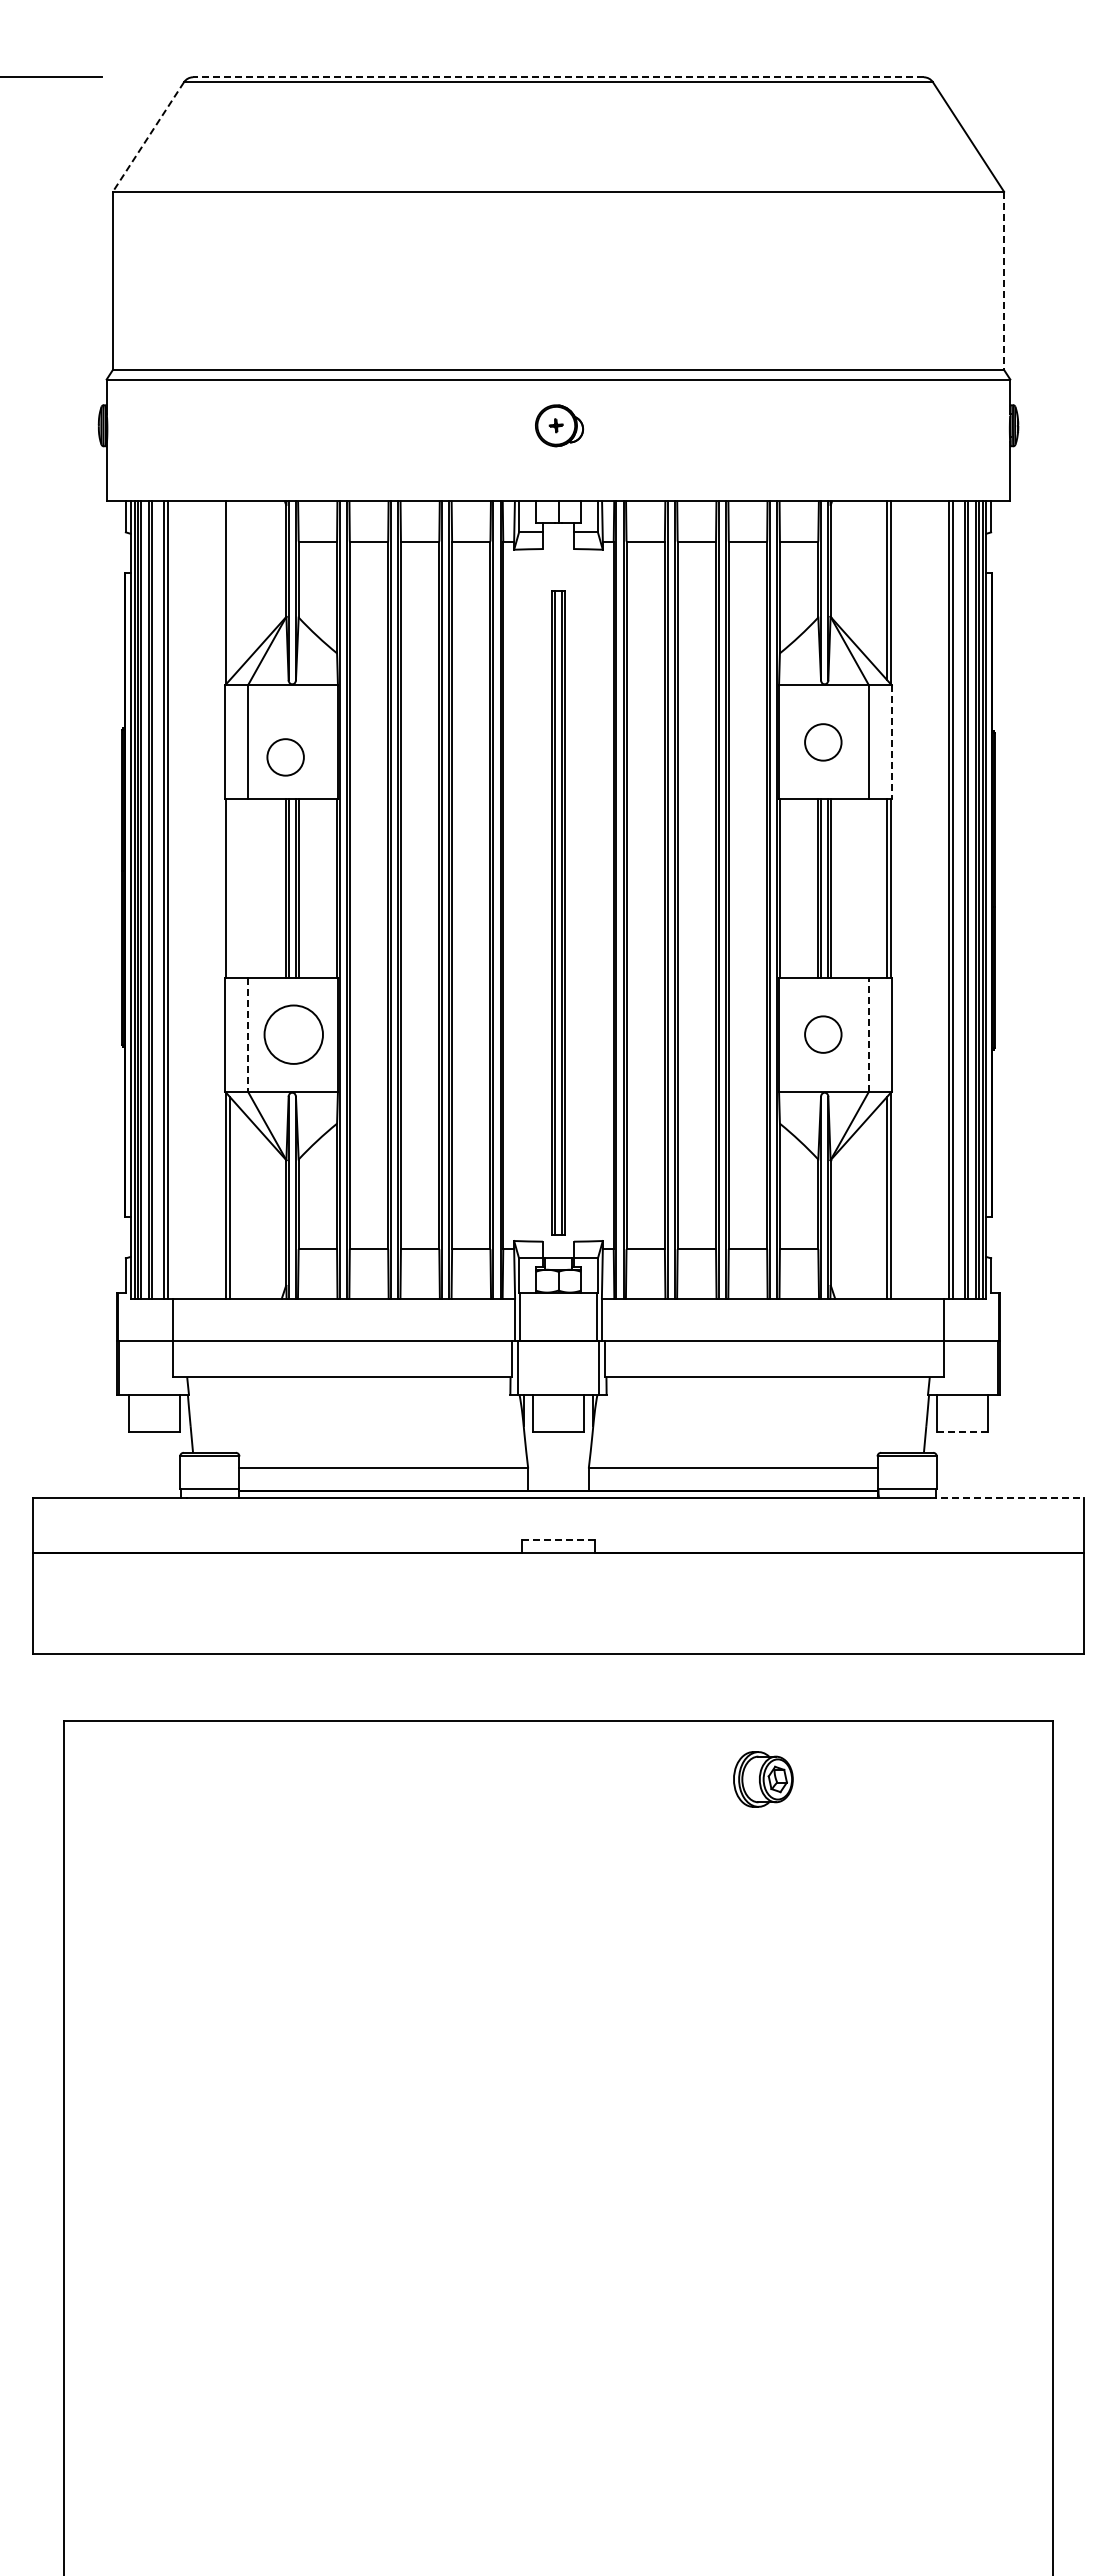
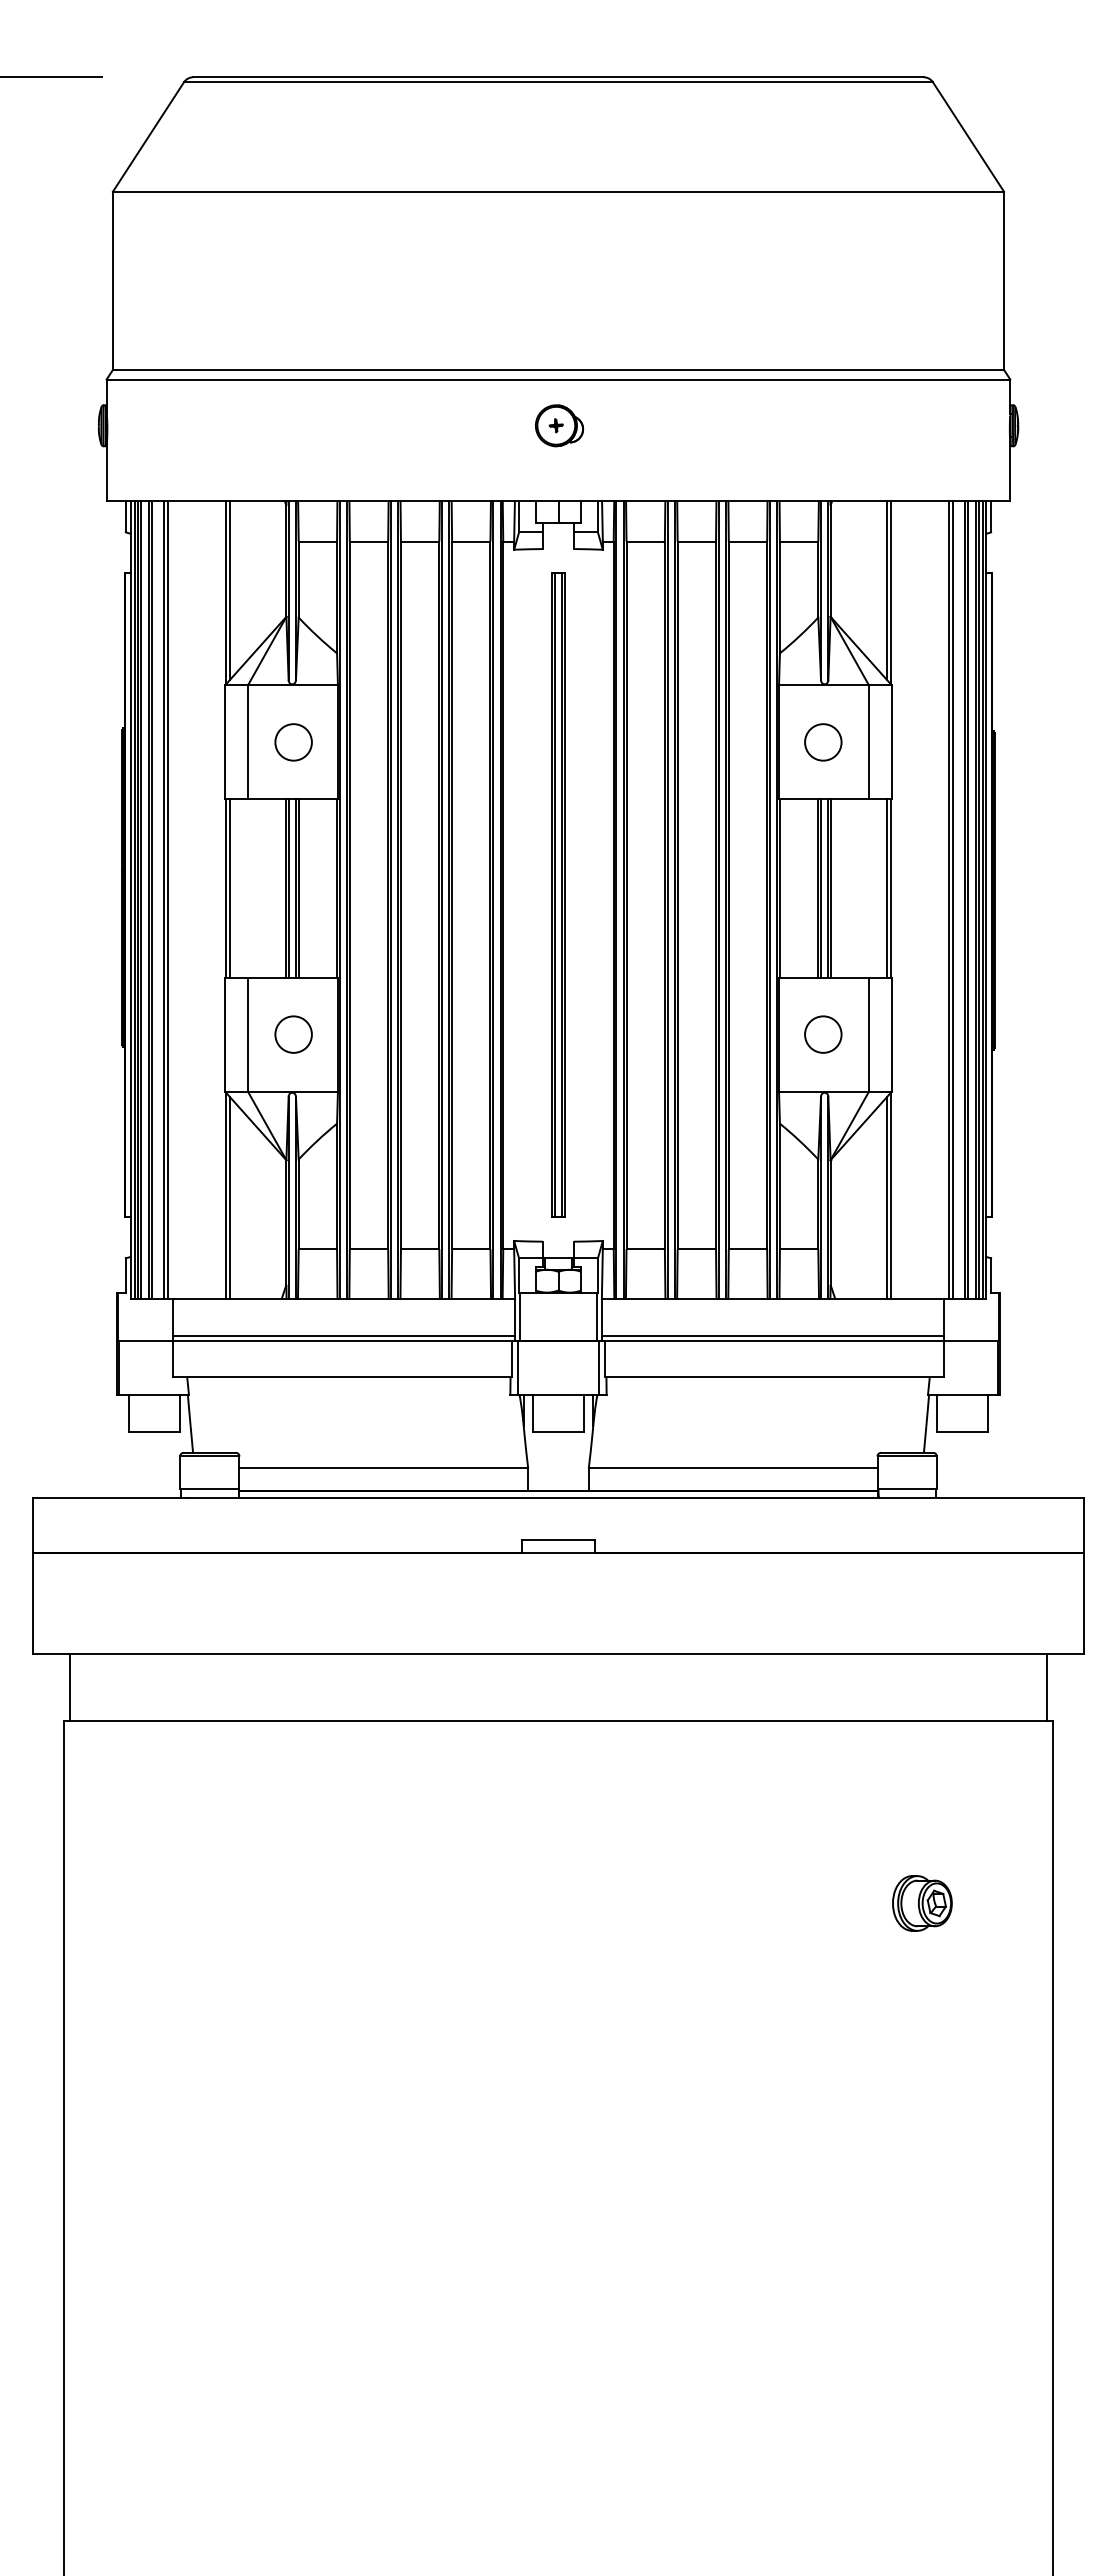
line at (558, 77): dashed -> solid
line at (148, 137): dashed -> solid
line at (1004, 281): dashed -> solid
line at (229, 590): none -> present
line at (891, 742): dashed -> solid
circle at (285, 757) position: (285, 757) -> (293, 742)
line at (229, 888): none -> present
part at (558, 912) position: (558, 912) -> (558, 894)
circle at (293, 1034) size: 61x61 px -> 39x39 px
line at (868, 1034): dashed -> solid
line at (248, 1035): dashed -> solid
line at (343, 1335): none -> present
line at (772, 1335): none -> present
line at (962, 1431): dashed -> solid
line at (1006, 1498): dashed -> solid
line at (558, 1539): dashed -> solid
line at (69, 1686): none -> present
line at (1047, 1686): none -> present
part at (763, 1779) position: (763, 1779) -> (922, 1903)
